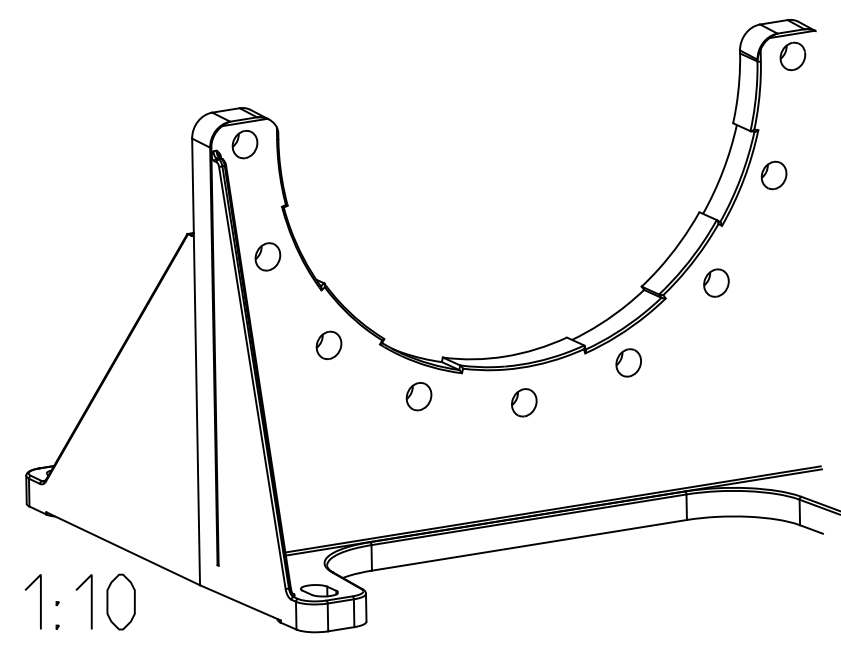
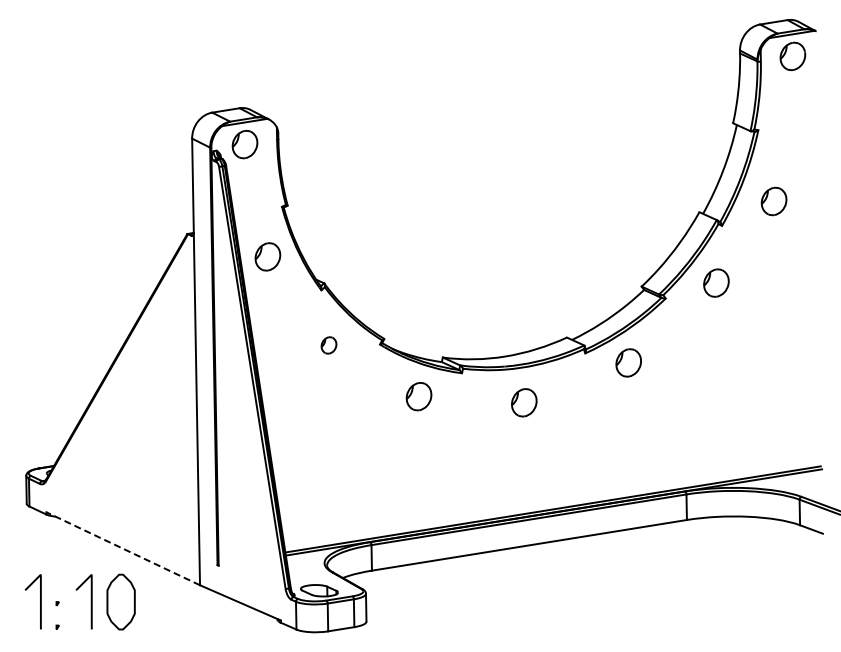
part at (773, 175) position: (773, 175) -> (773, 201)
part at (328, 345) size: 28x31 px -> 18x19 px
line at (122, 548): solid -> dashed
